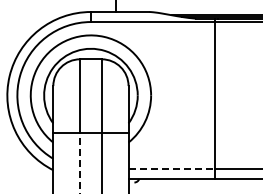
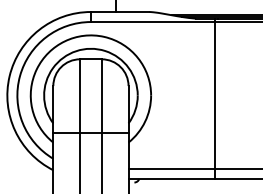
line at (80, 162): dashed -> solid
line at (172, 169): dashed -> solid
